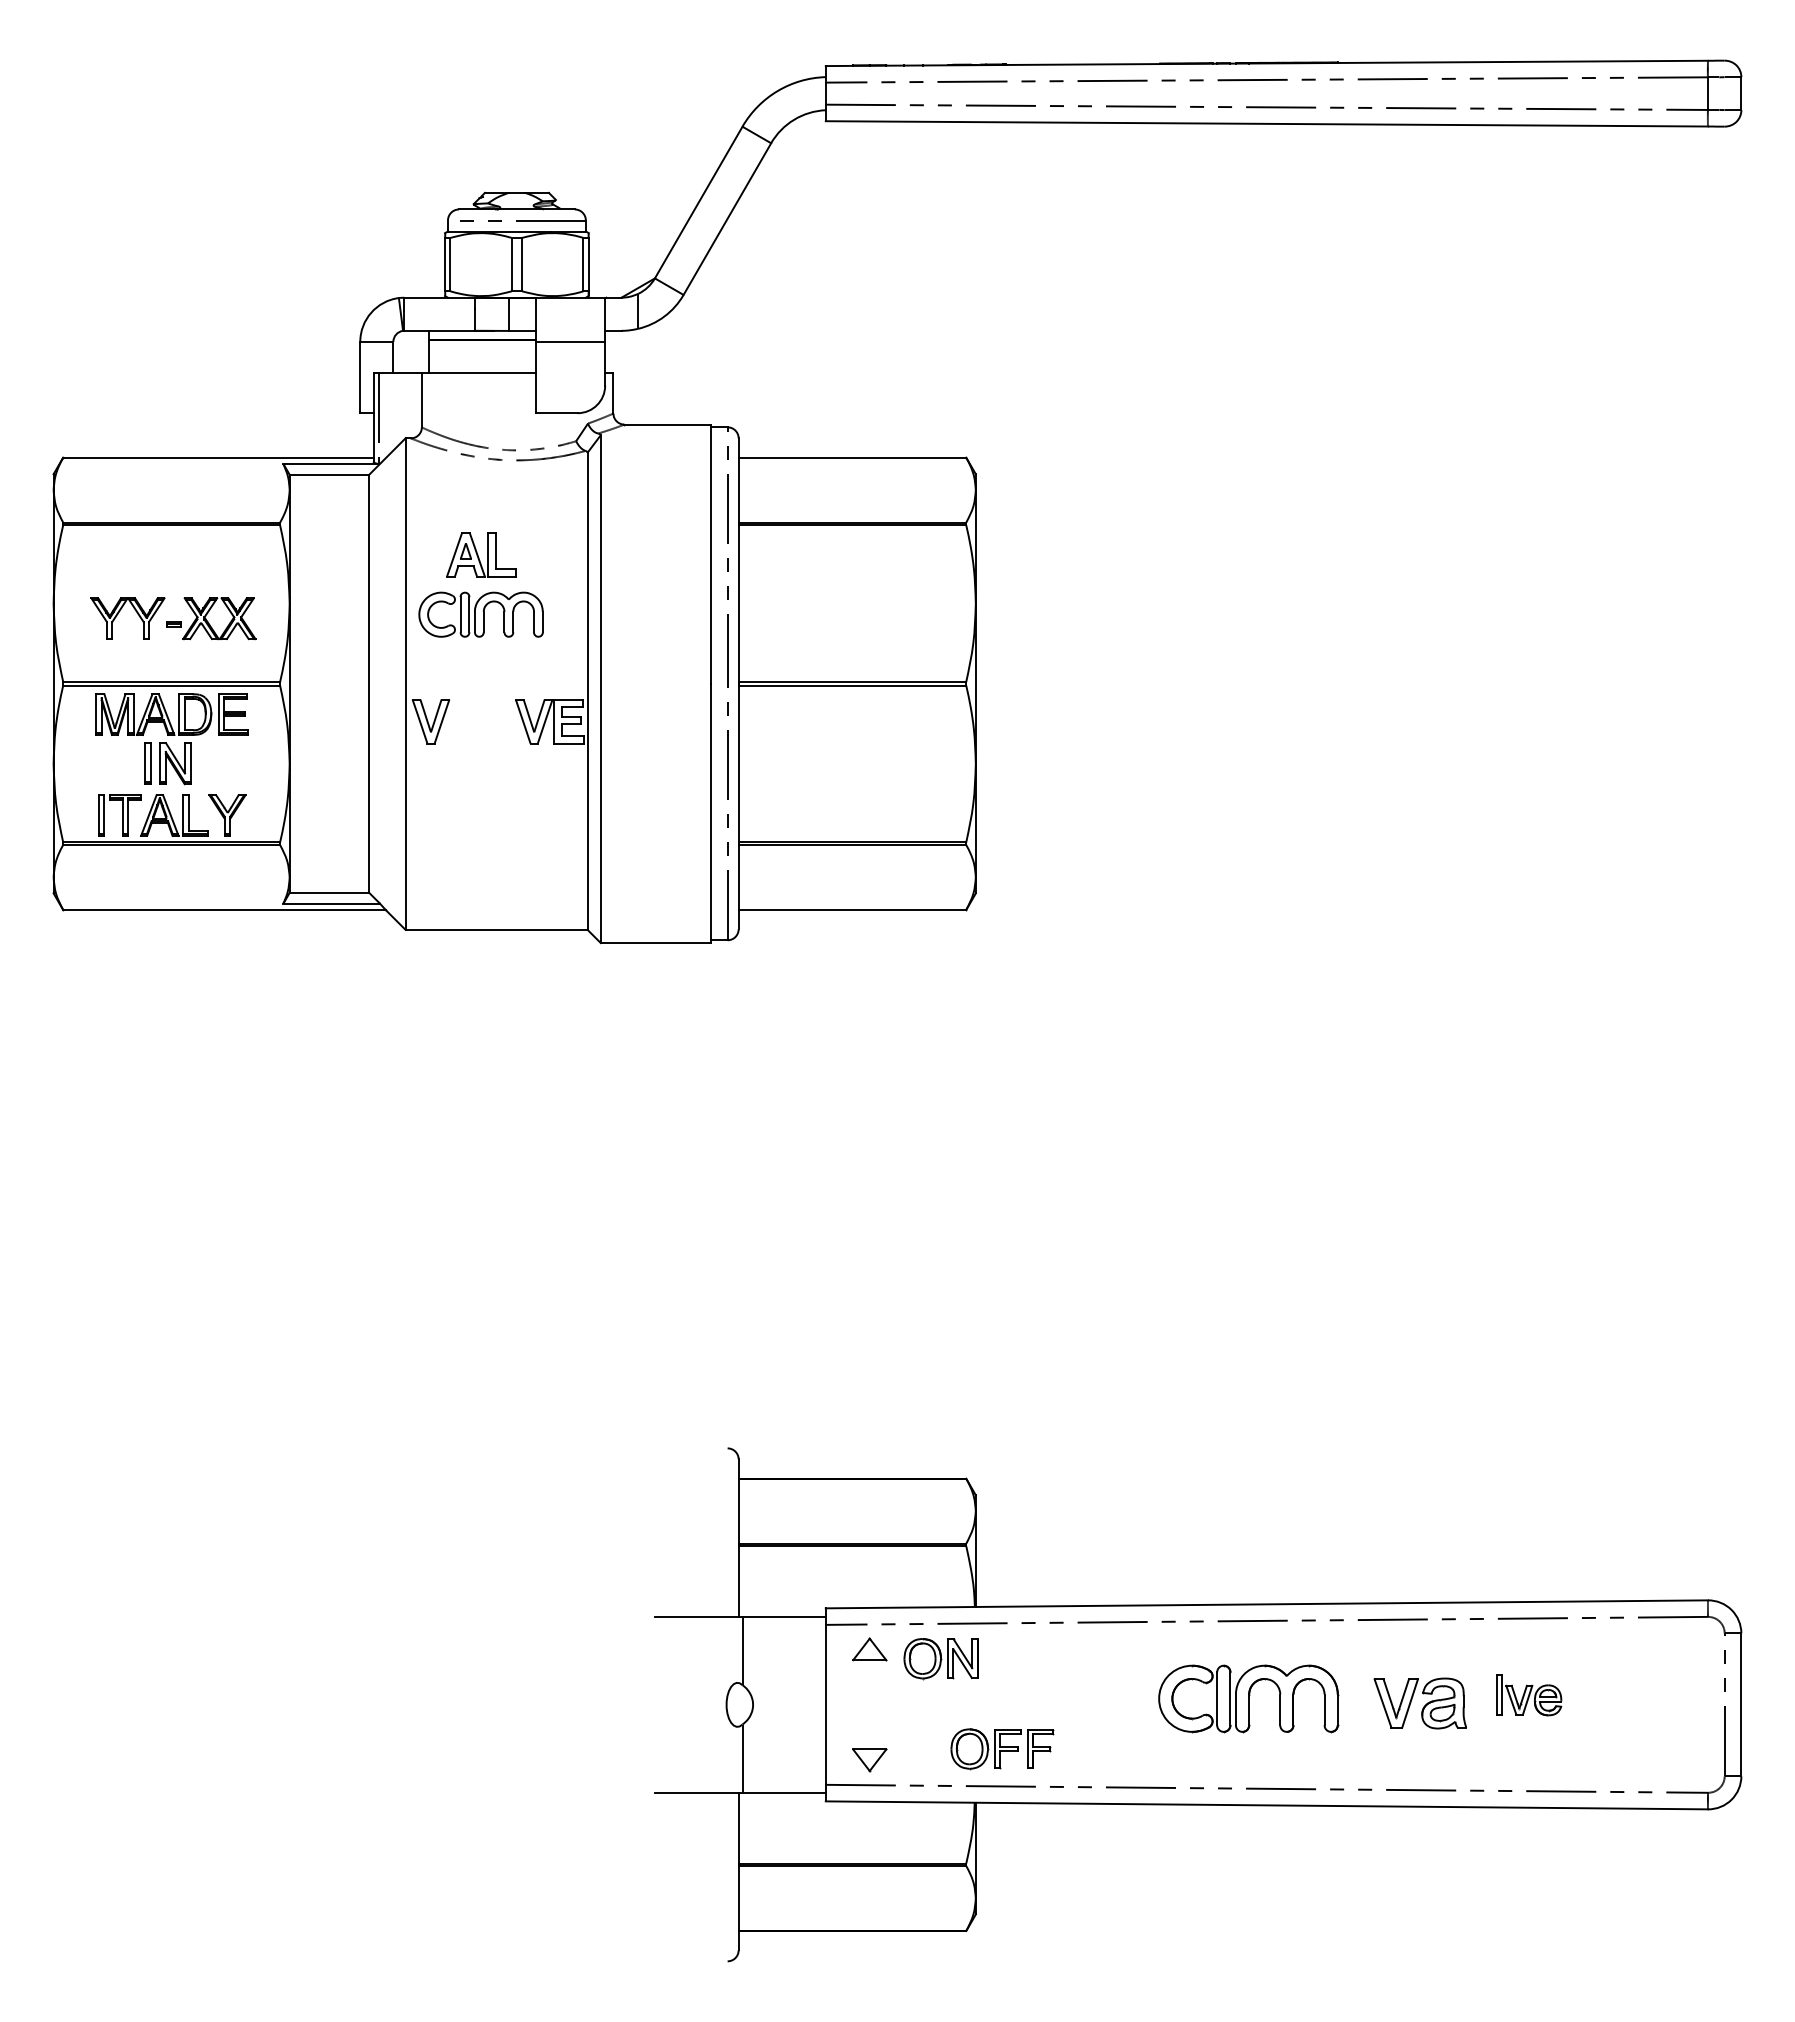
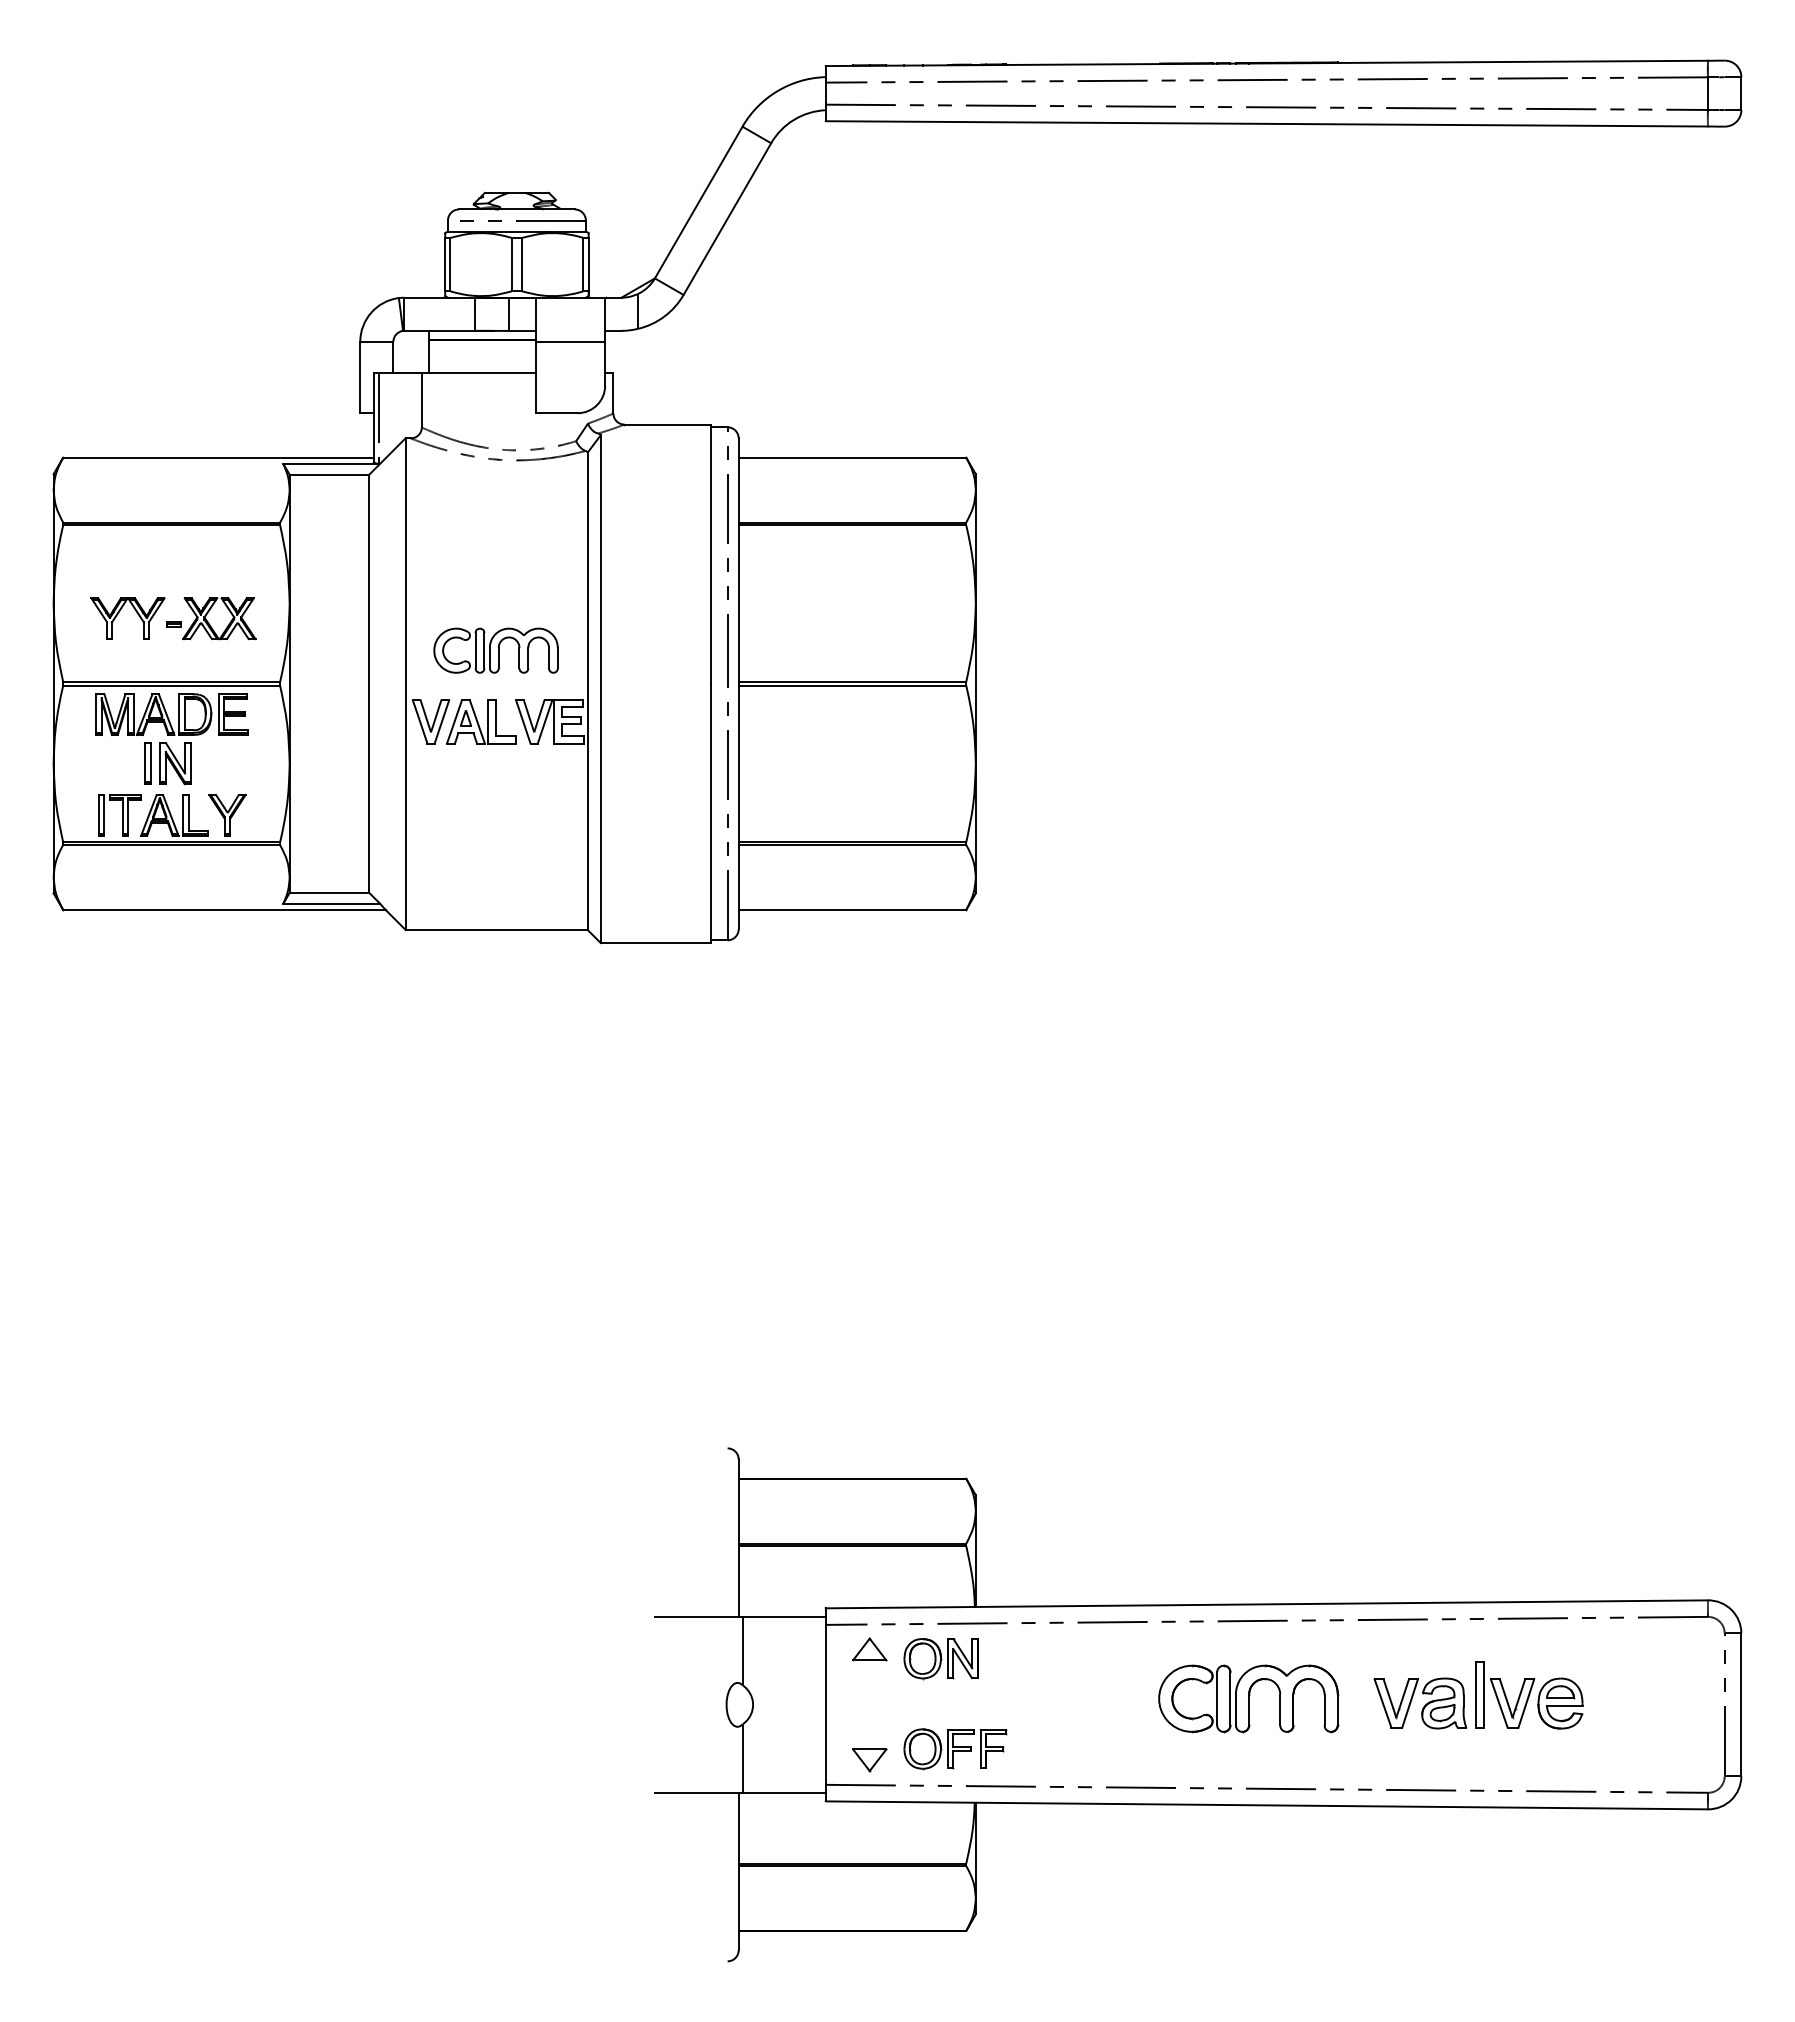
part at (481, 554) position: (481, 554) -> (481, 721)
part at (480, 614) position: (480, 614) -> (495, 650)
part at (1529, 1695) size: 67x43 px -> 109x69 px
part at (1002, 1749) position: (1002, 1749) -> (955, 1749)
